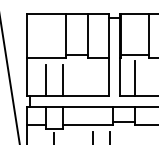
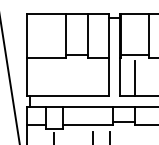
line at (46, 79): present -> none
line at (62, 79): present -> none
